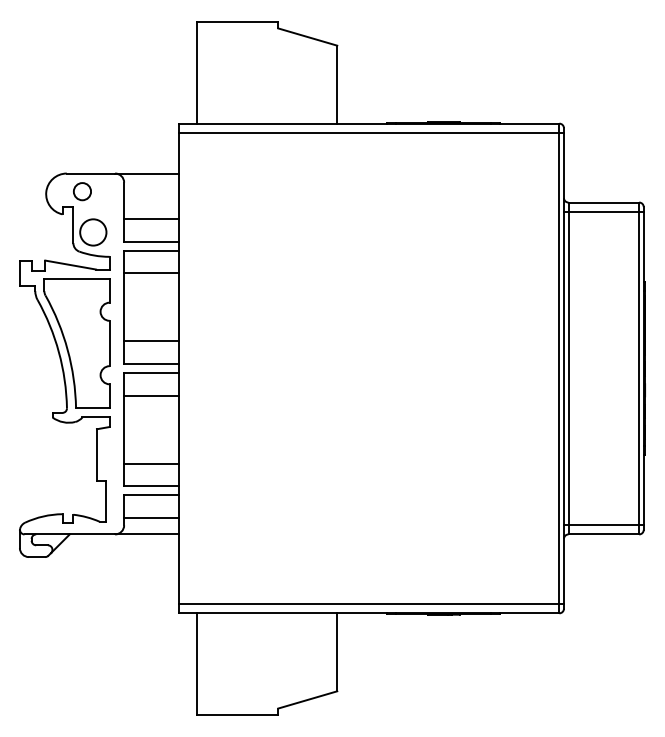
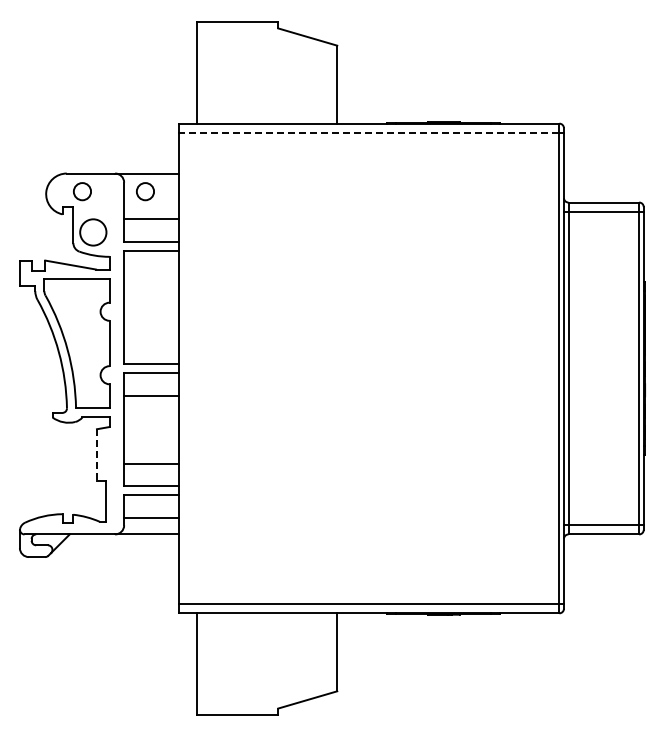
line at (368, 132): solid -> dashed
circle at (145, 191): none -> present
line at (151, 273): present -> none
line at (151, 341): present -> none
line at (96, 455): solid -> dashed
